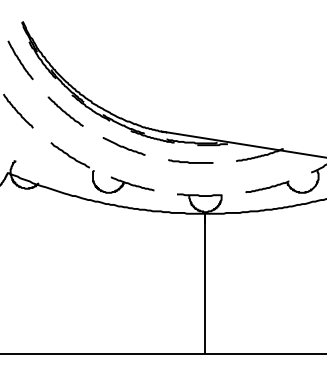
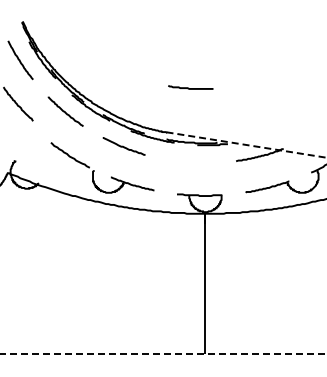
curve at (17, 110) position: (17, 110) -> (17, 103)
line at (243, 144): solid -> dashed
curve at (190, 162) position: (190, 162) -> (190, 88)
line at (163, 354): solid -> dashed
